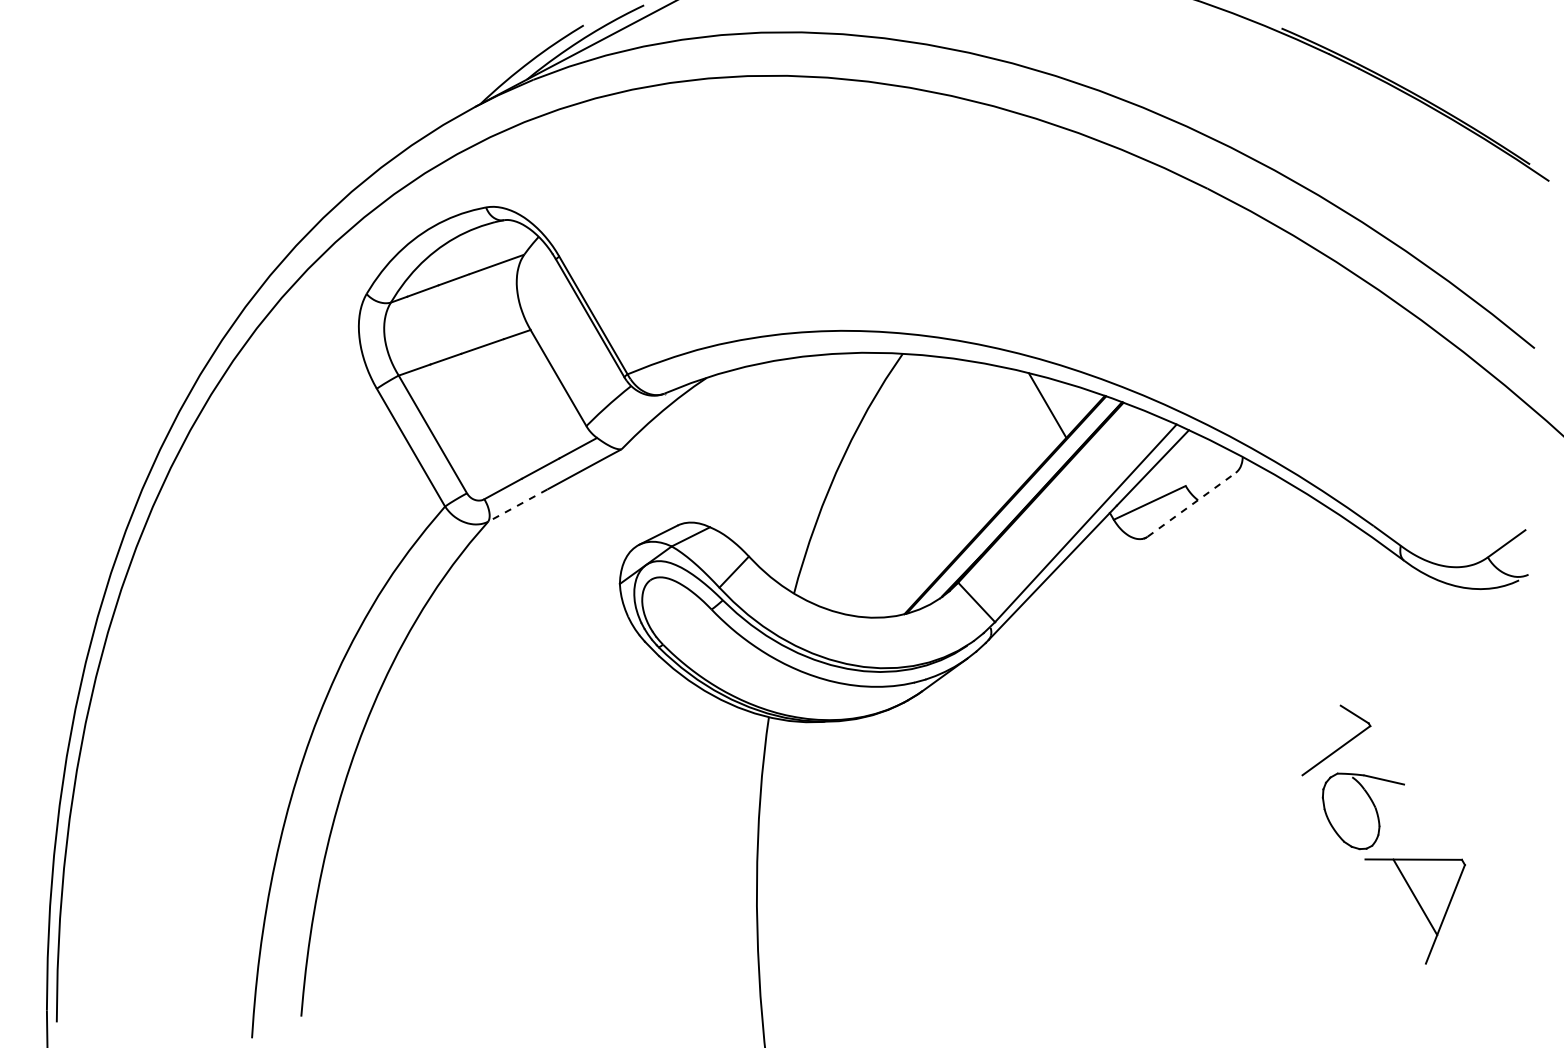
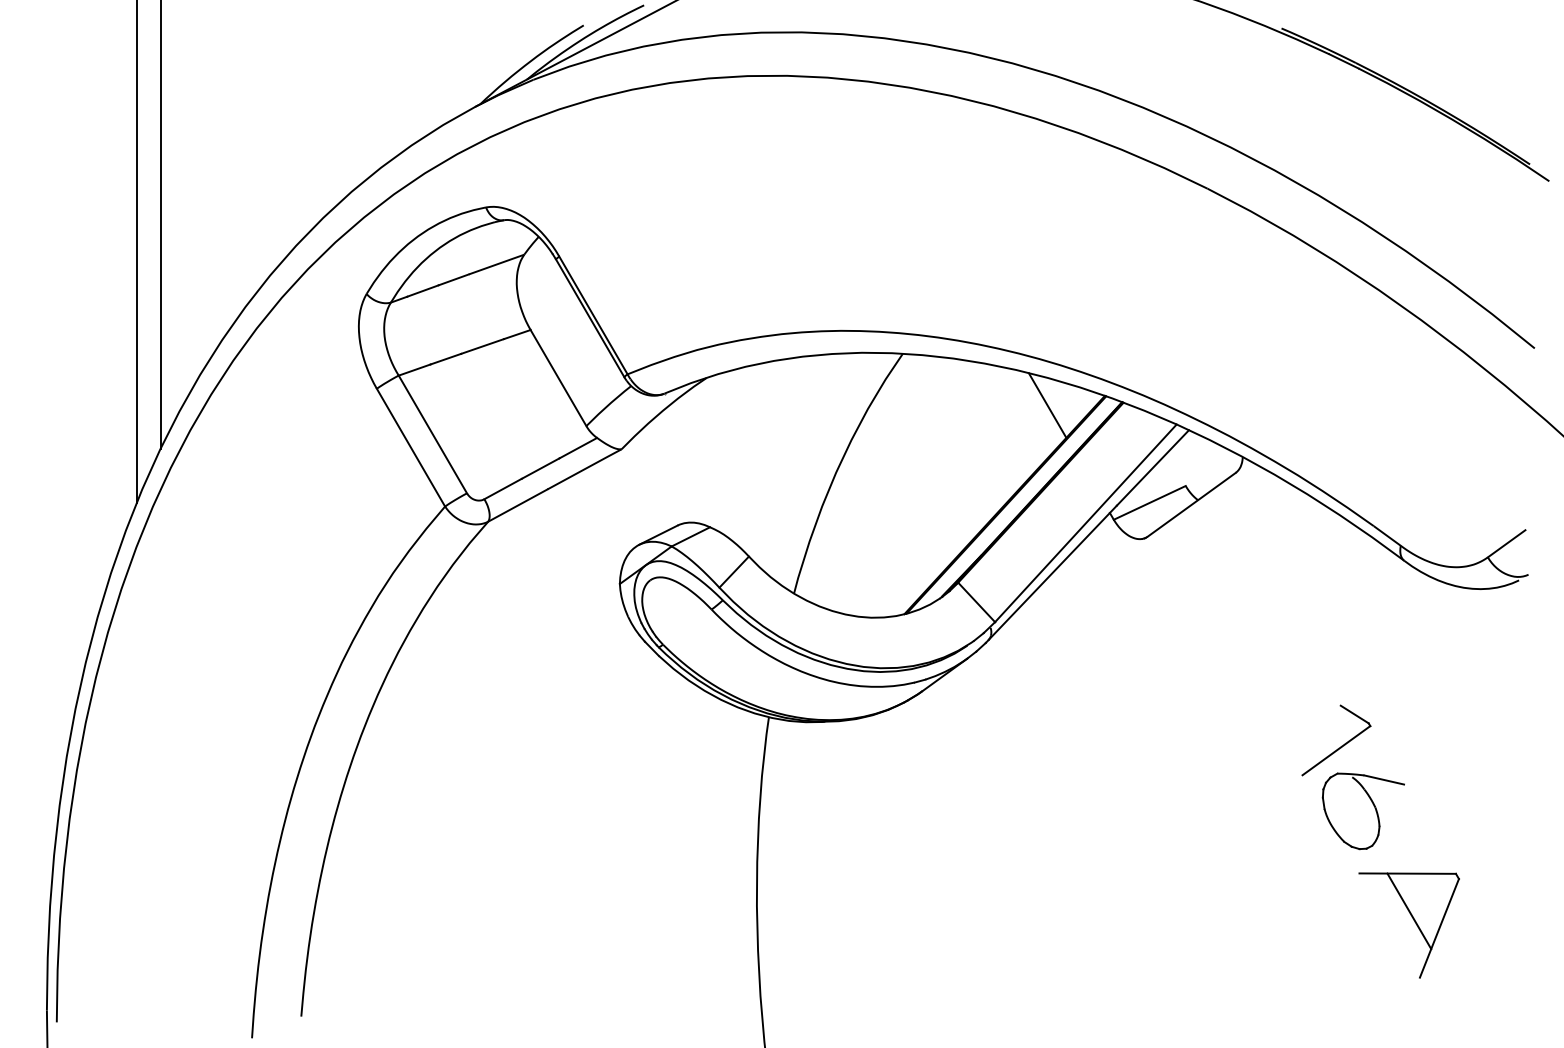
line at (160, 225): none -> present
line at (136, 252): none -> present
line at (1192, 504): dashed -> solid
line at (517, 505): dashed -> solid
part at (1420, 908) position: (1420, 908) -> (1414, 922)
